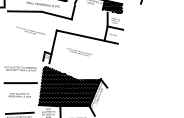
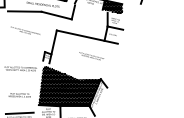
text at (30, 30) position: (30, 30) -> (25, 30)
text at (79, 52) position: (79, 52) -> (91, 56)
line at (20, 83): present -> none
